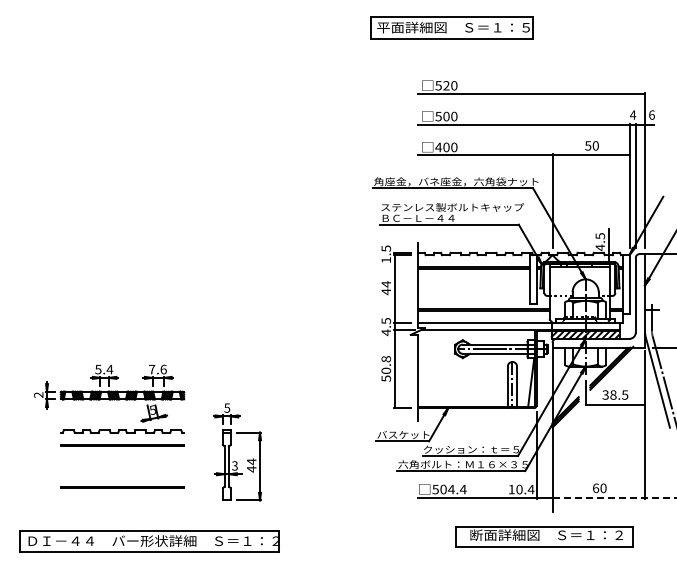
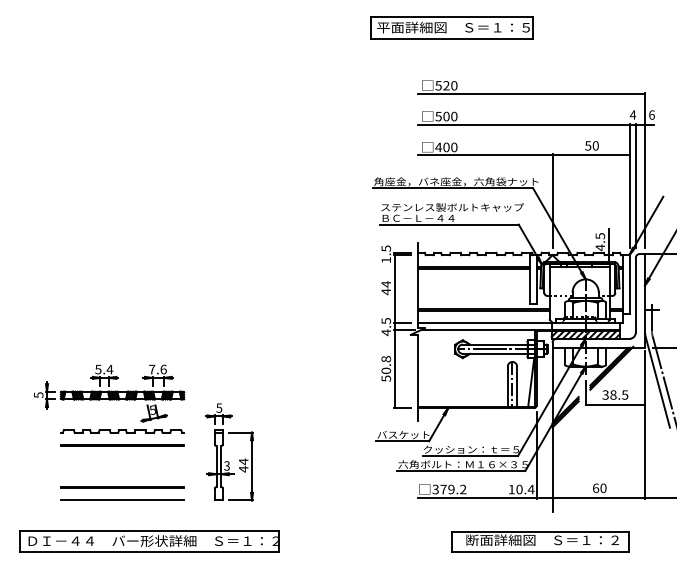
text at (38, 394): 2 -> 5
part at (229, 452) position: (229, 452) -> (221, 452)
text at (449, 489): 504.4 -> 379.2
line at (615, 497): dashed -> solid
line at (122, 500): none -> present
part at (544, 536) position: (544, 536) -> (540, 541)
